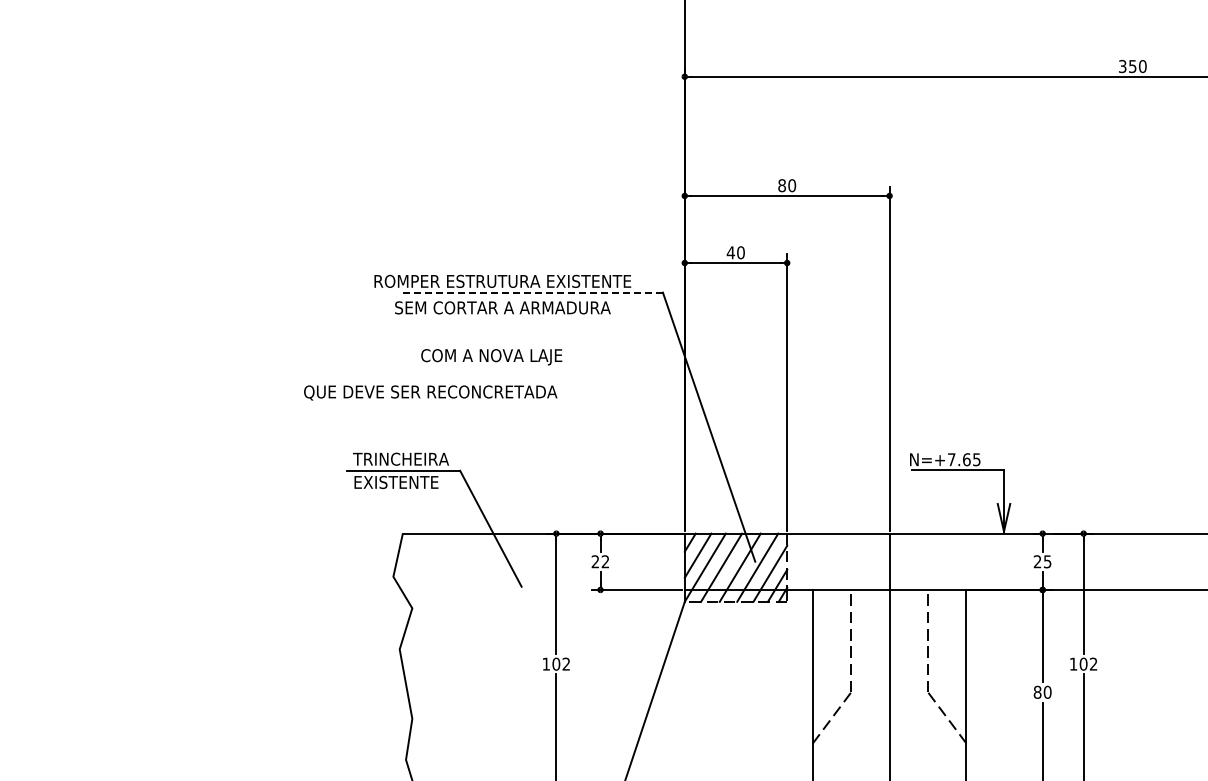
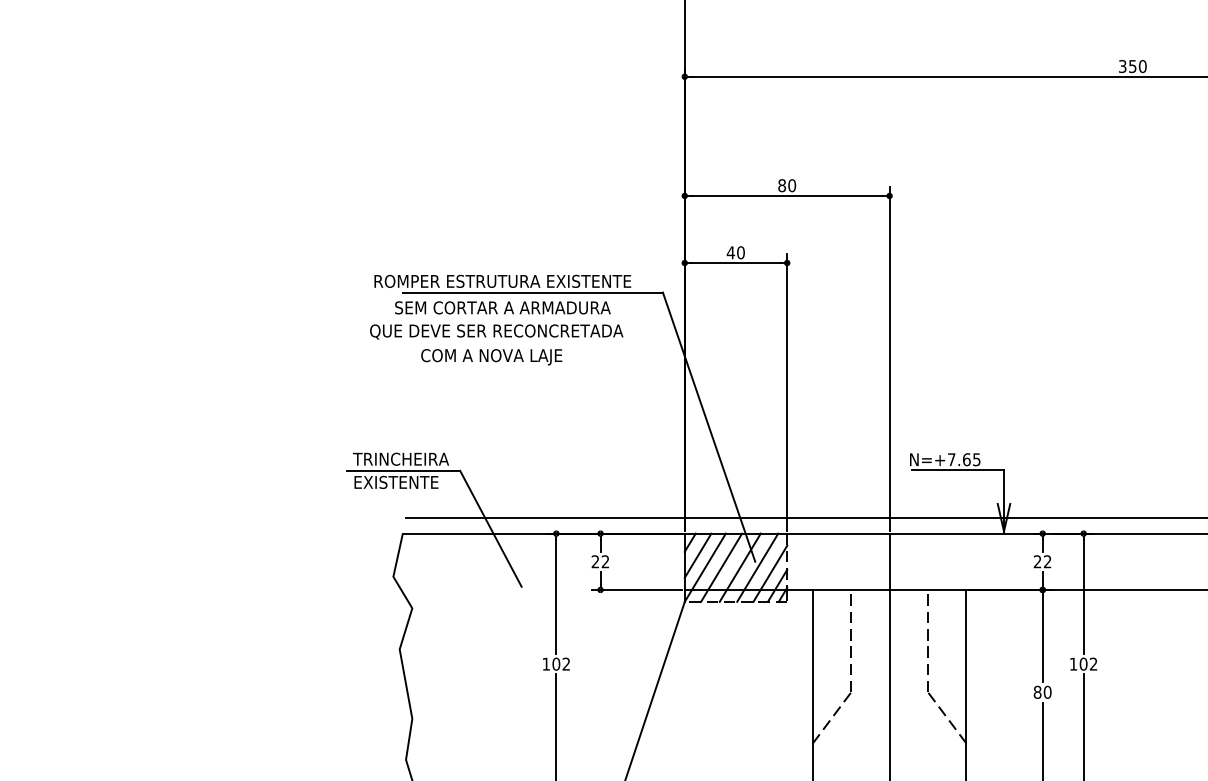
line at (533, 292): dashed -> solid
text at (430, 392) position: (430, 392) -> (496, 331)
line at (805, 518): none -> present
text at (1047, 561): 25 -> 22
